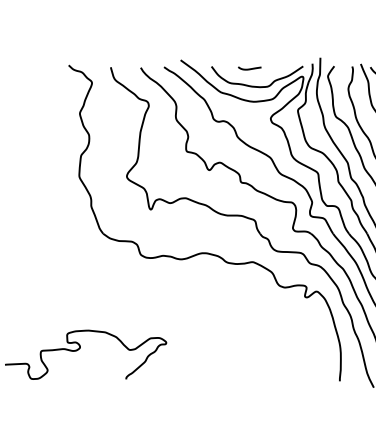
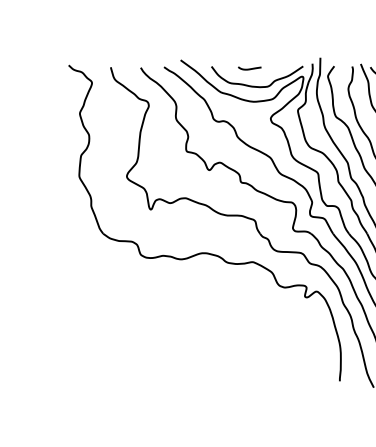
curve at (80, 348): present -> none
